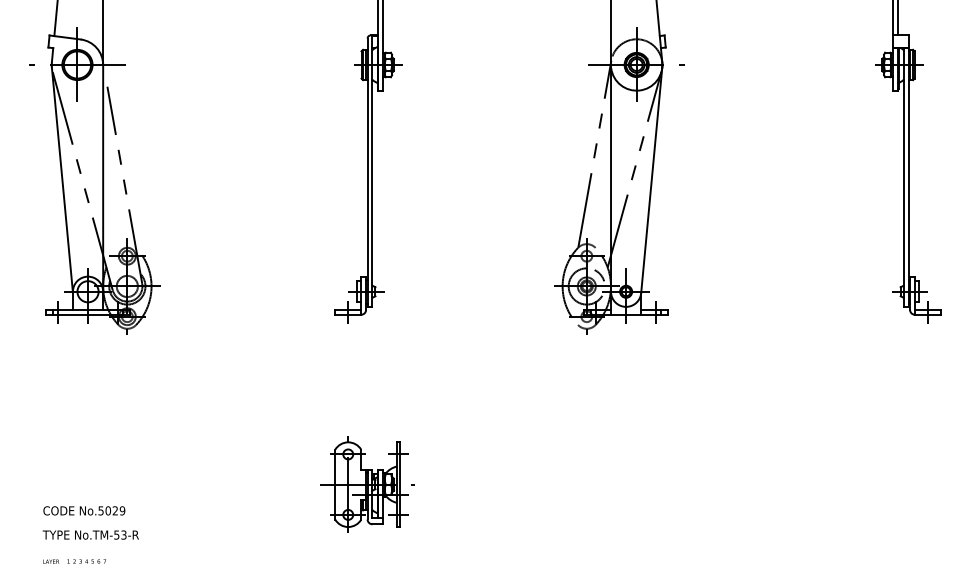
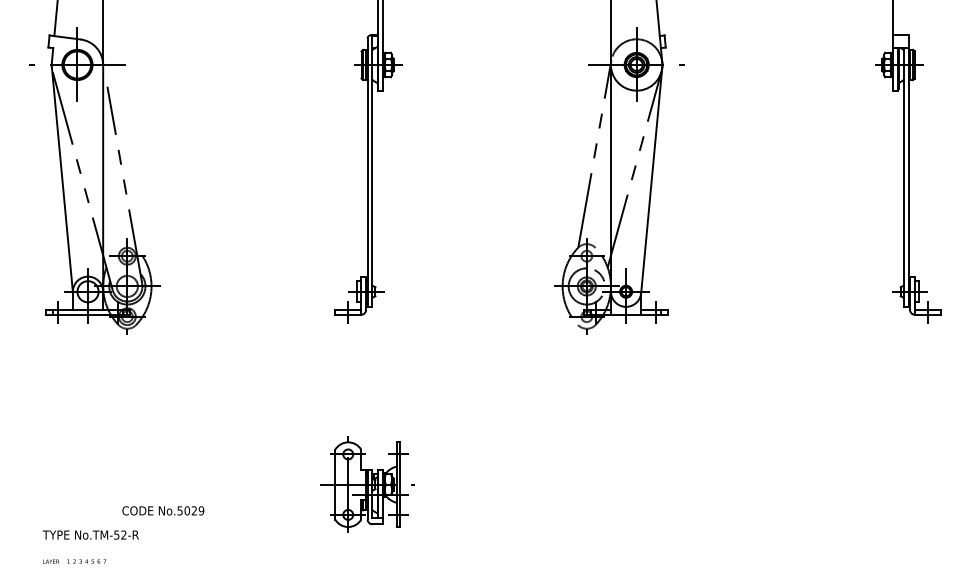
line at (897, 18): present -> none
text at (84, 510) position: (84, 510) -> (163, 510)
text at (123, 535): No.TM-53-R -> No.TM-52-R
